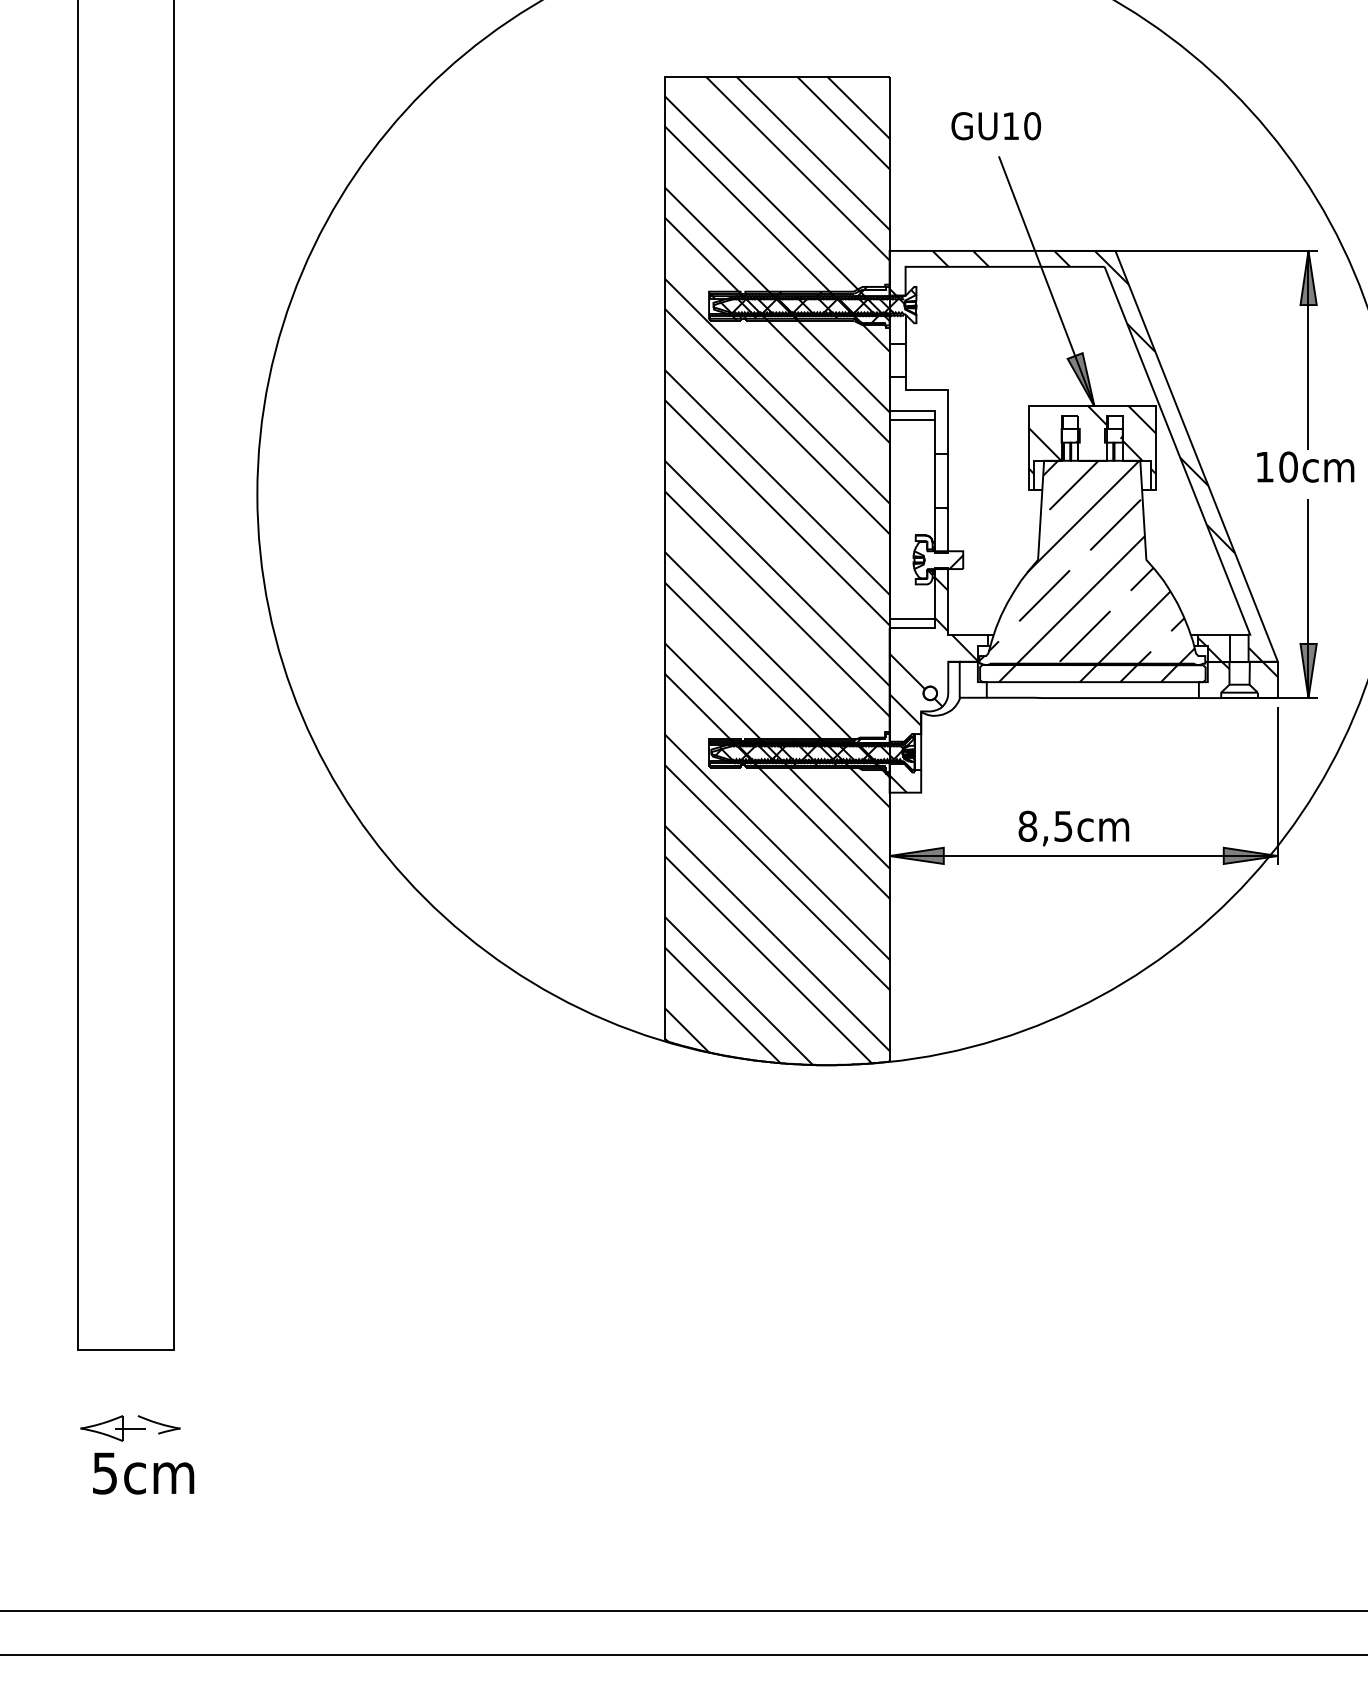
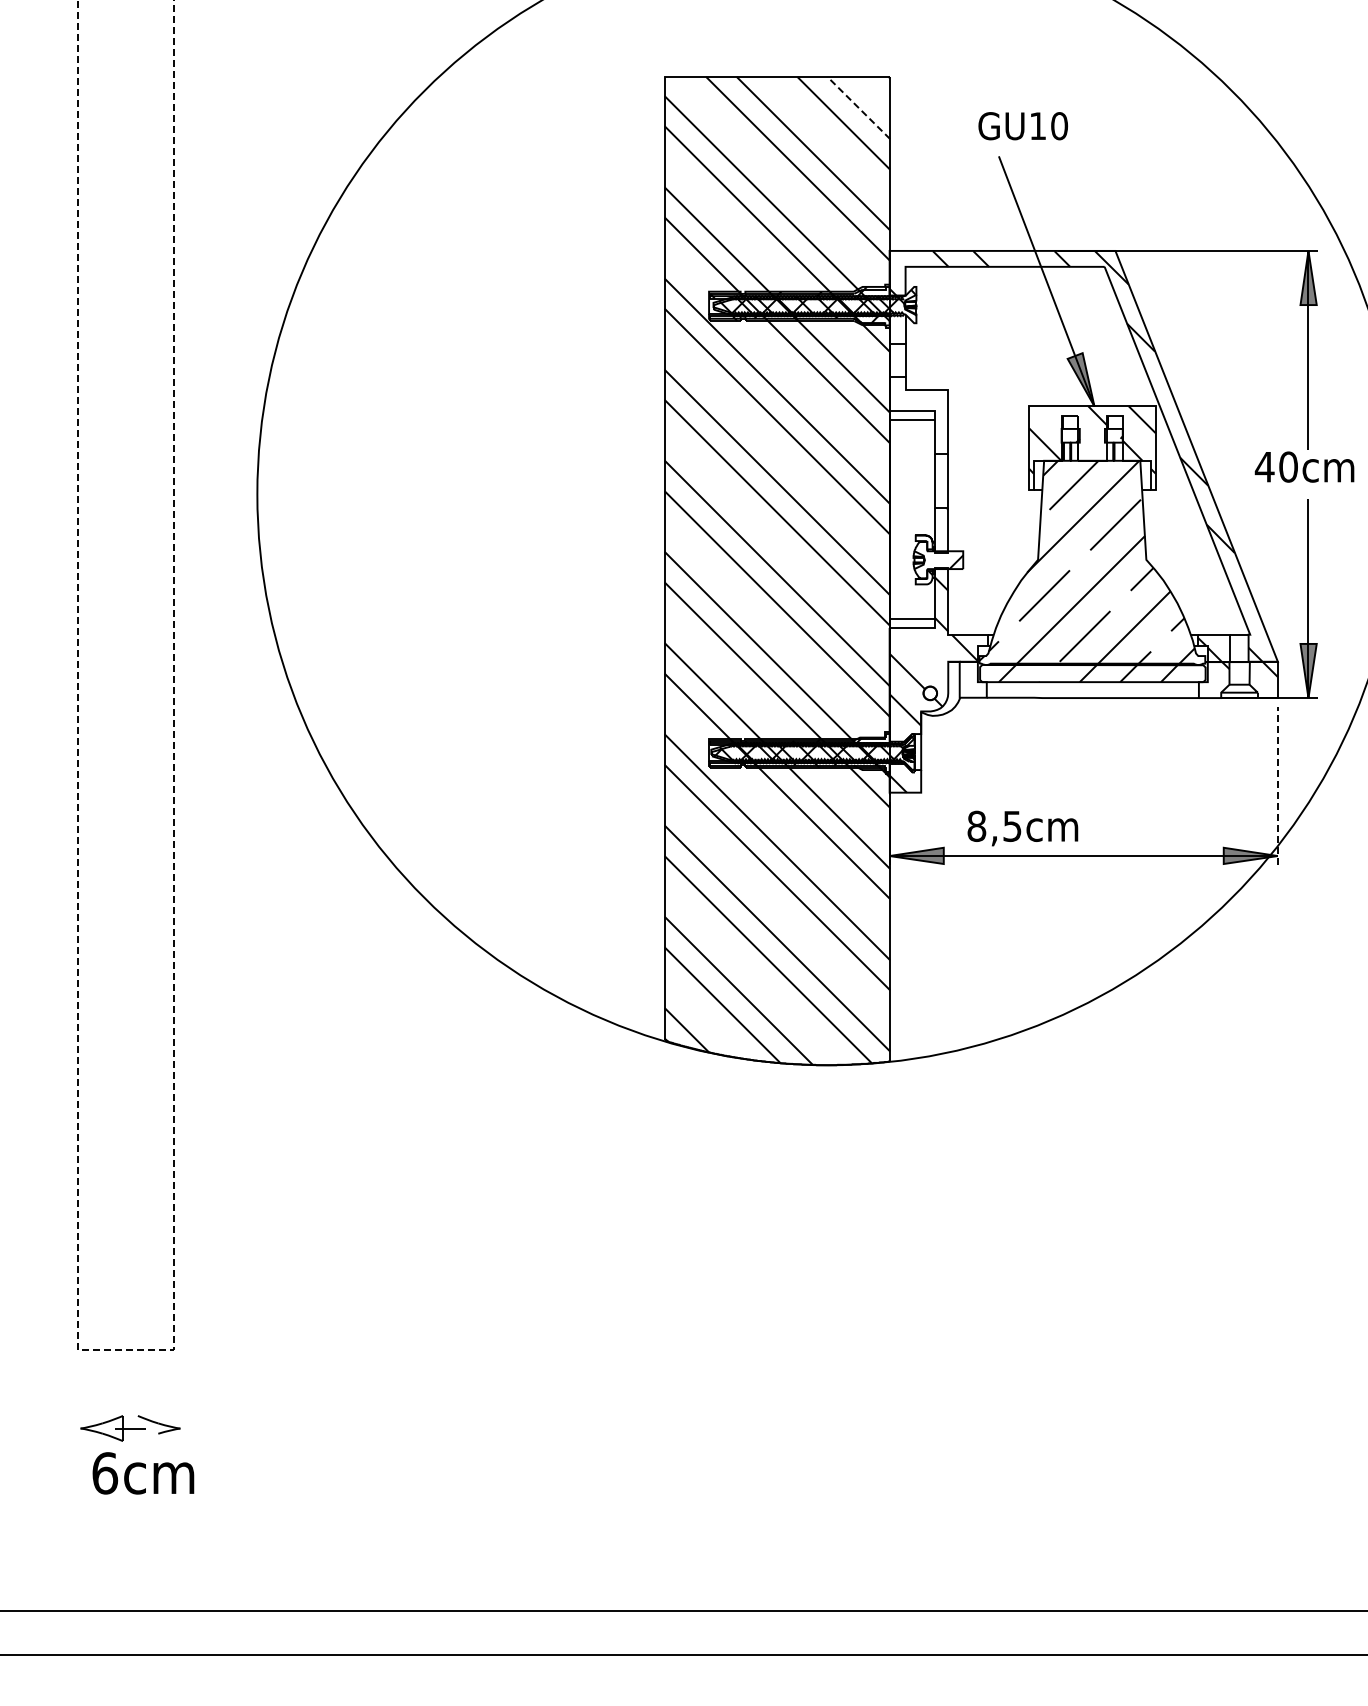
line at (858, 107): solid -> dashed
text at (995, 126) position: (995, 126) -> (1022, 126)
text at (1264, 467): 10cm -> 40cm
line at (1277, 786): solid -> dashed
text at (1073, 828) position: (1073, 828) -> (1022, 828)
line at (125, 1350): solid -> dashed
text at (105, 1473): 5cm -> 6cm
